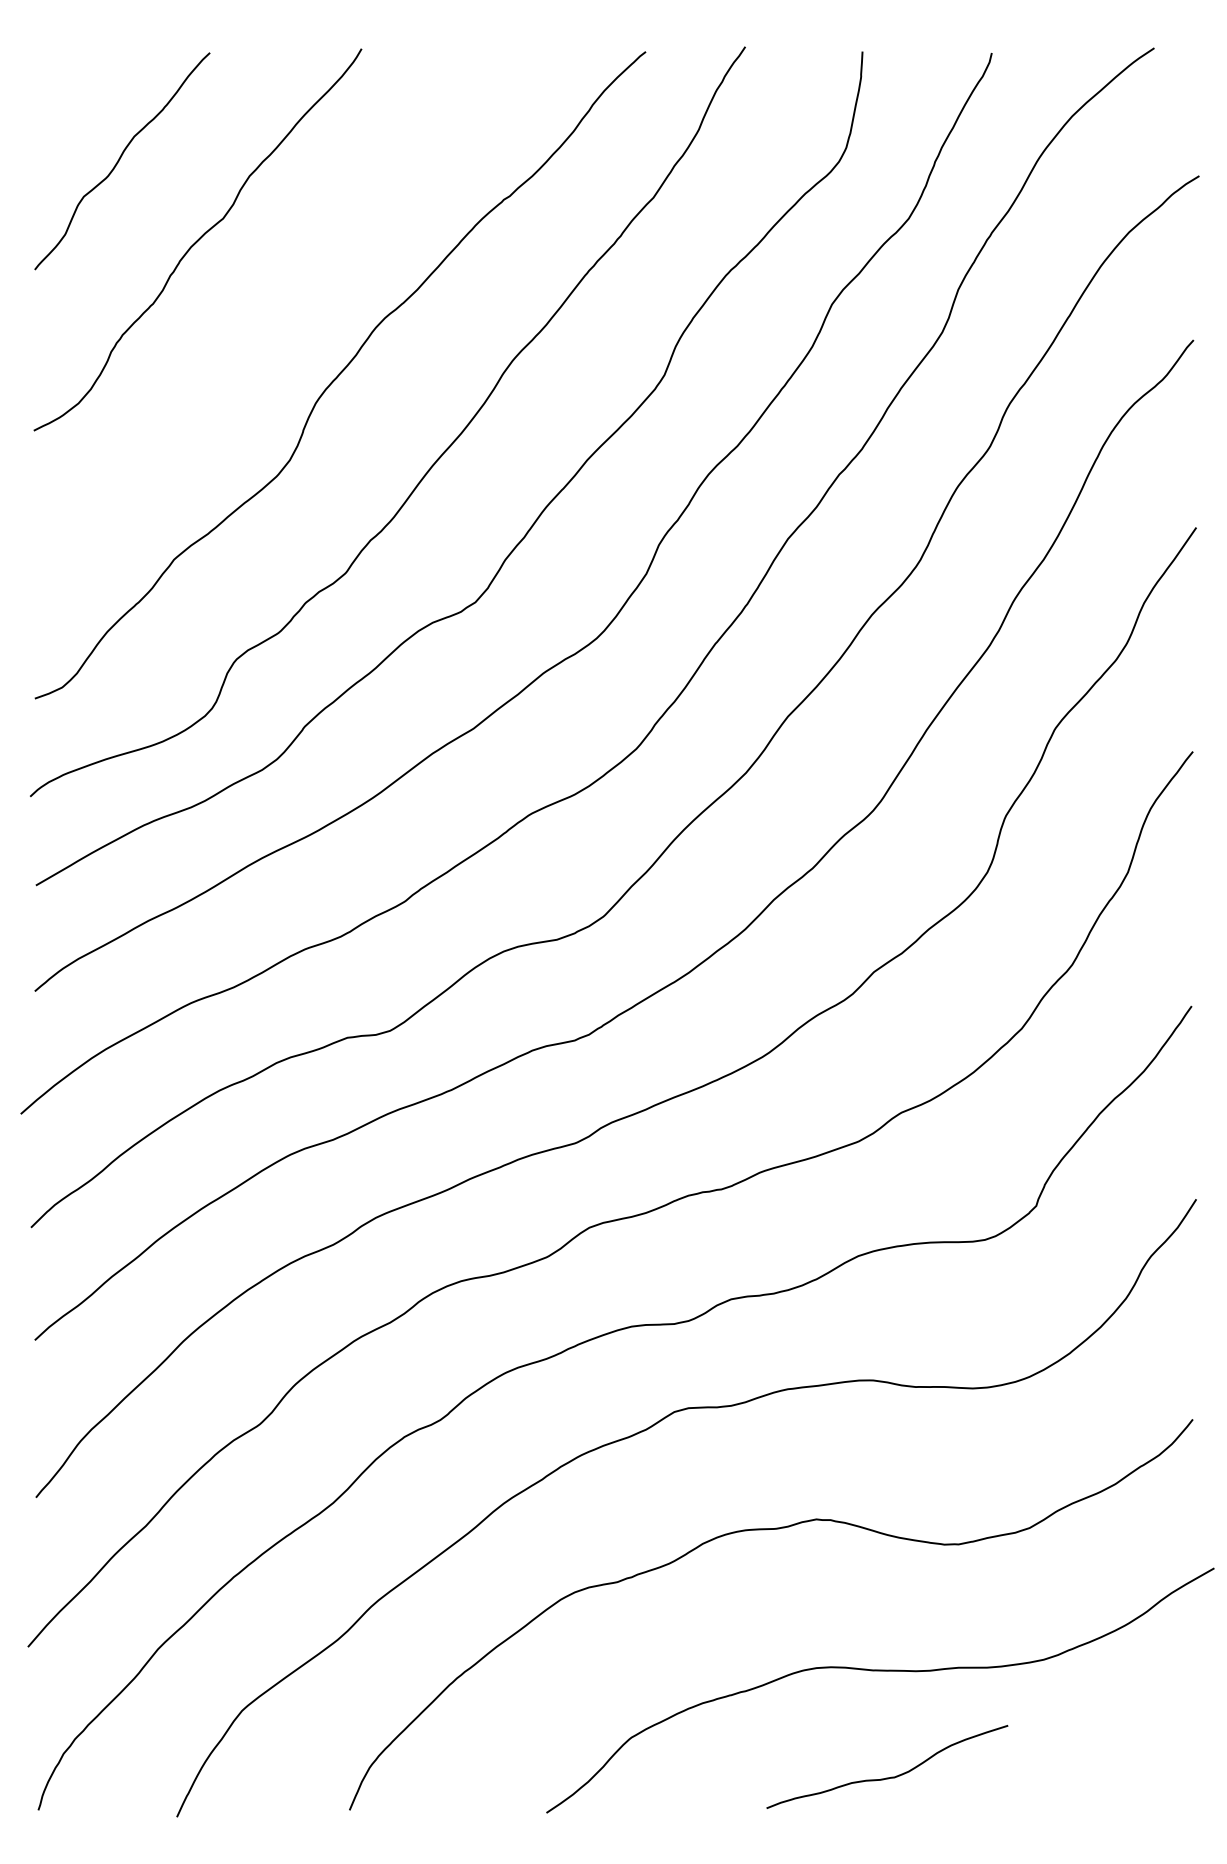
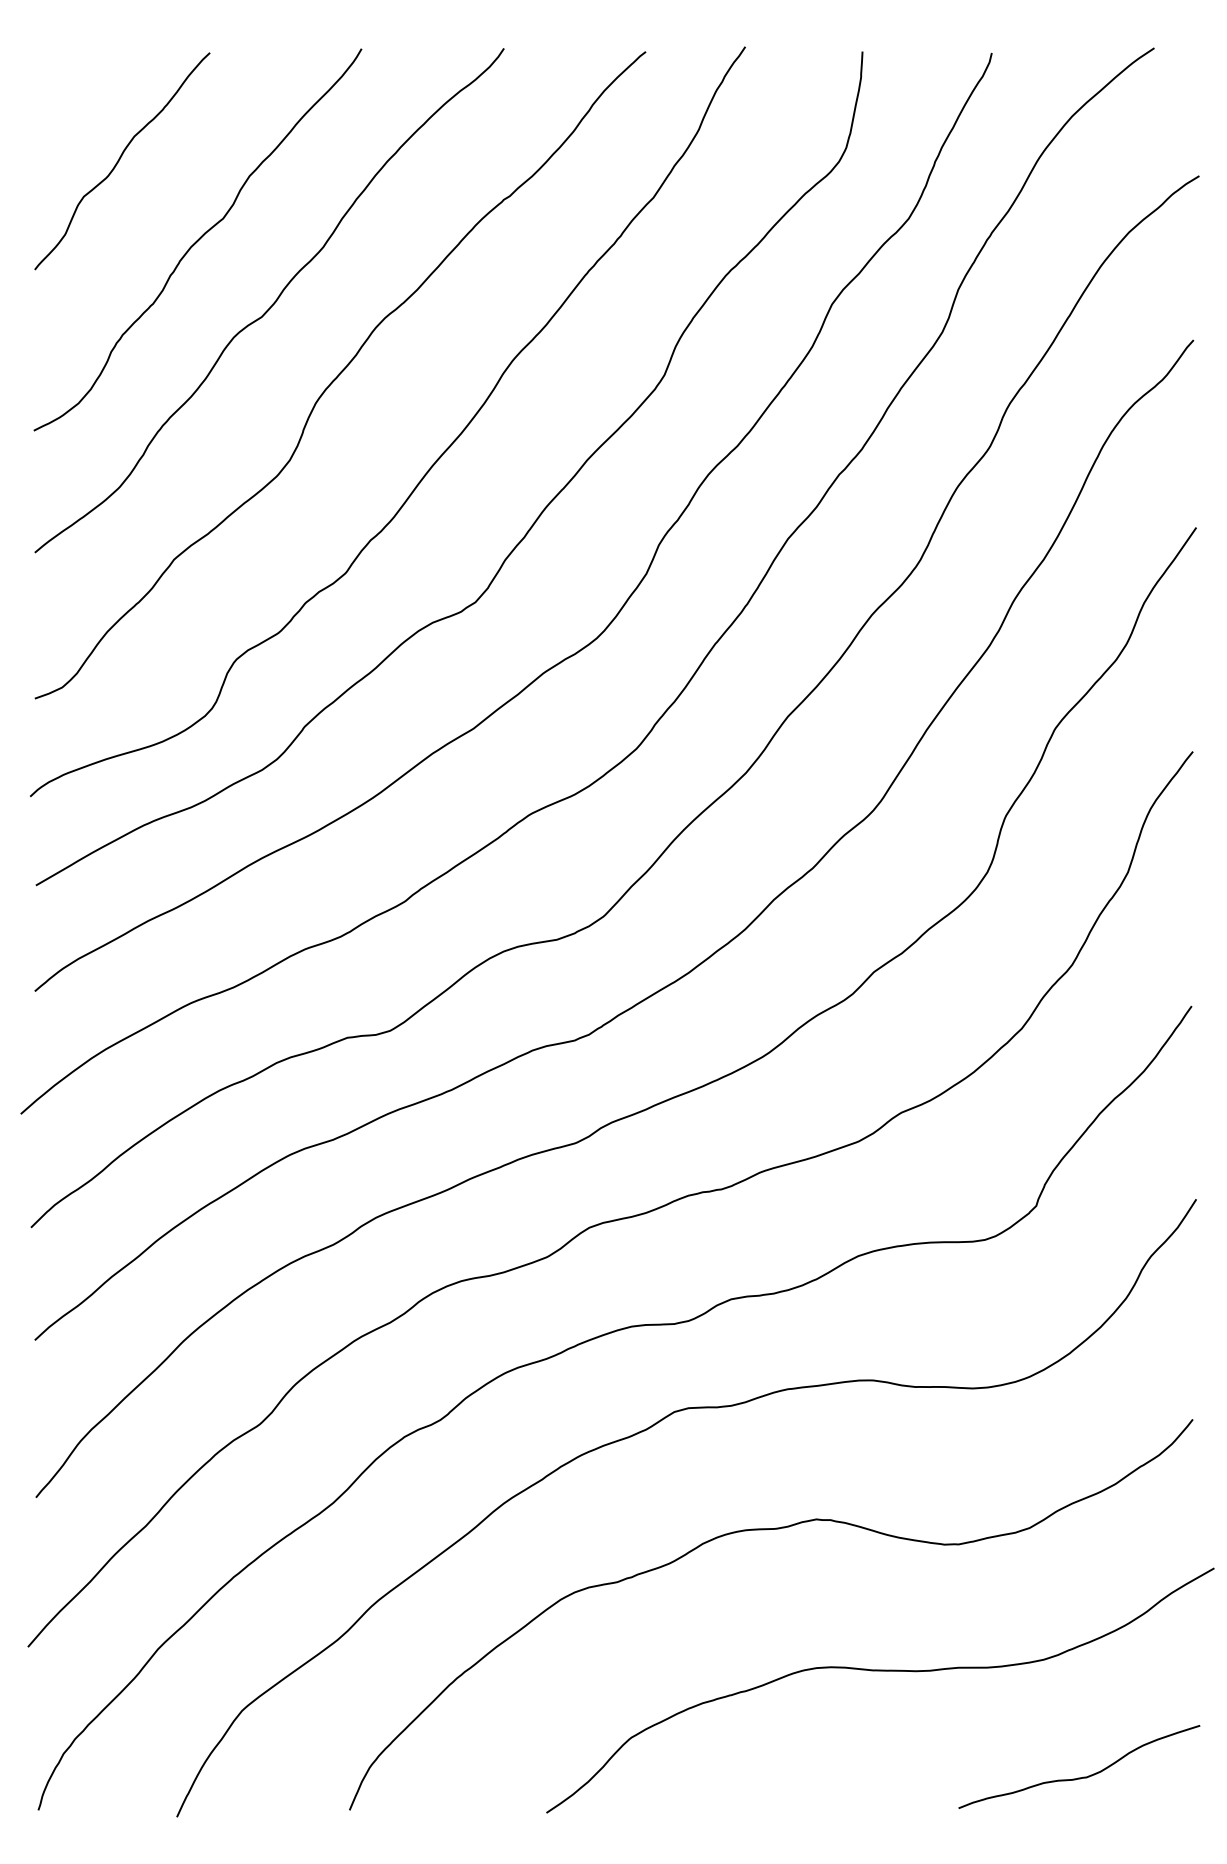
curve at (272, 303): none -> present
curve at (891, 1776) position: (891, 1776) -> (1083, 1776)
